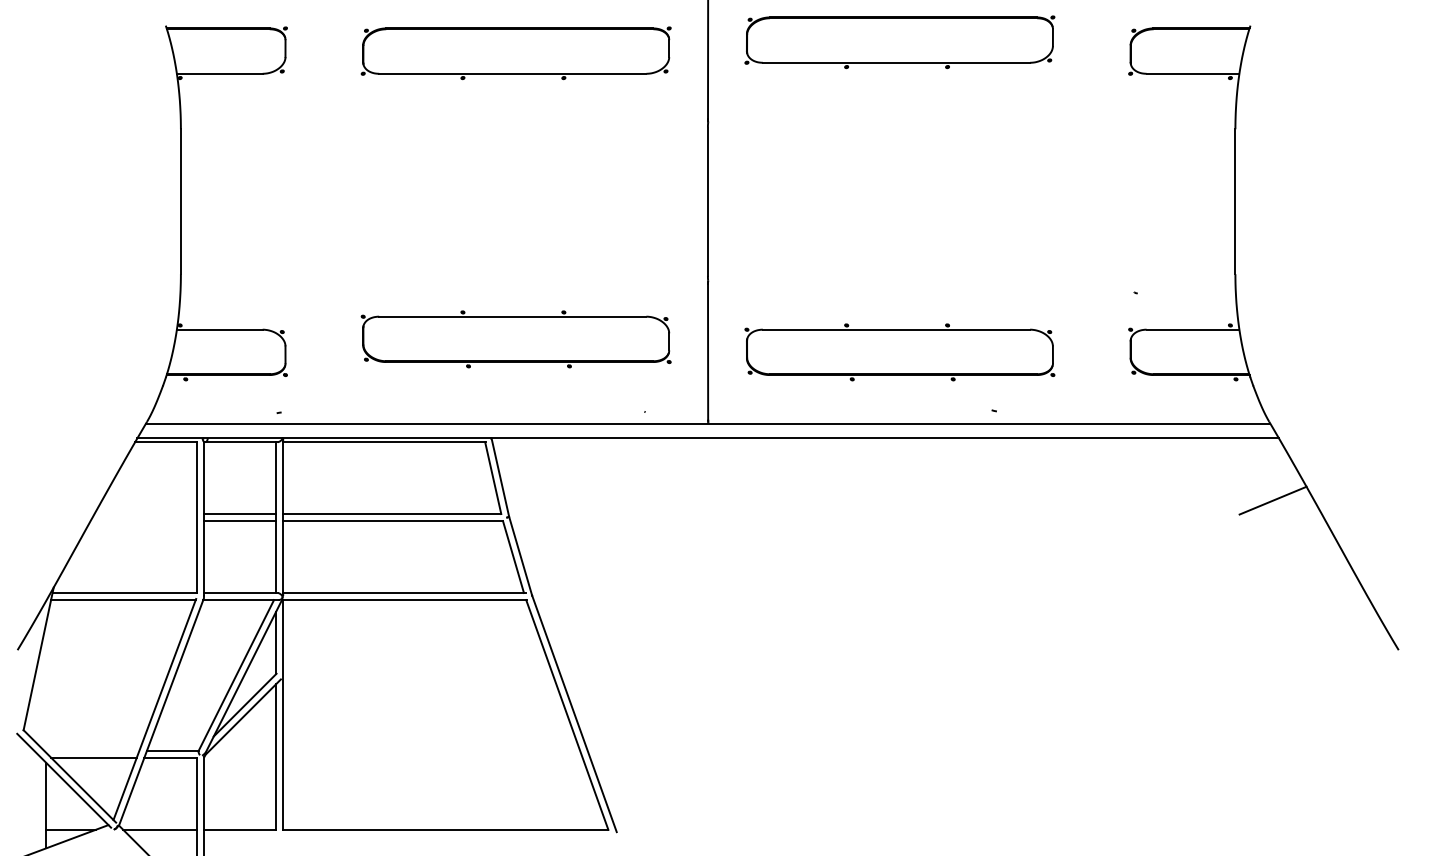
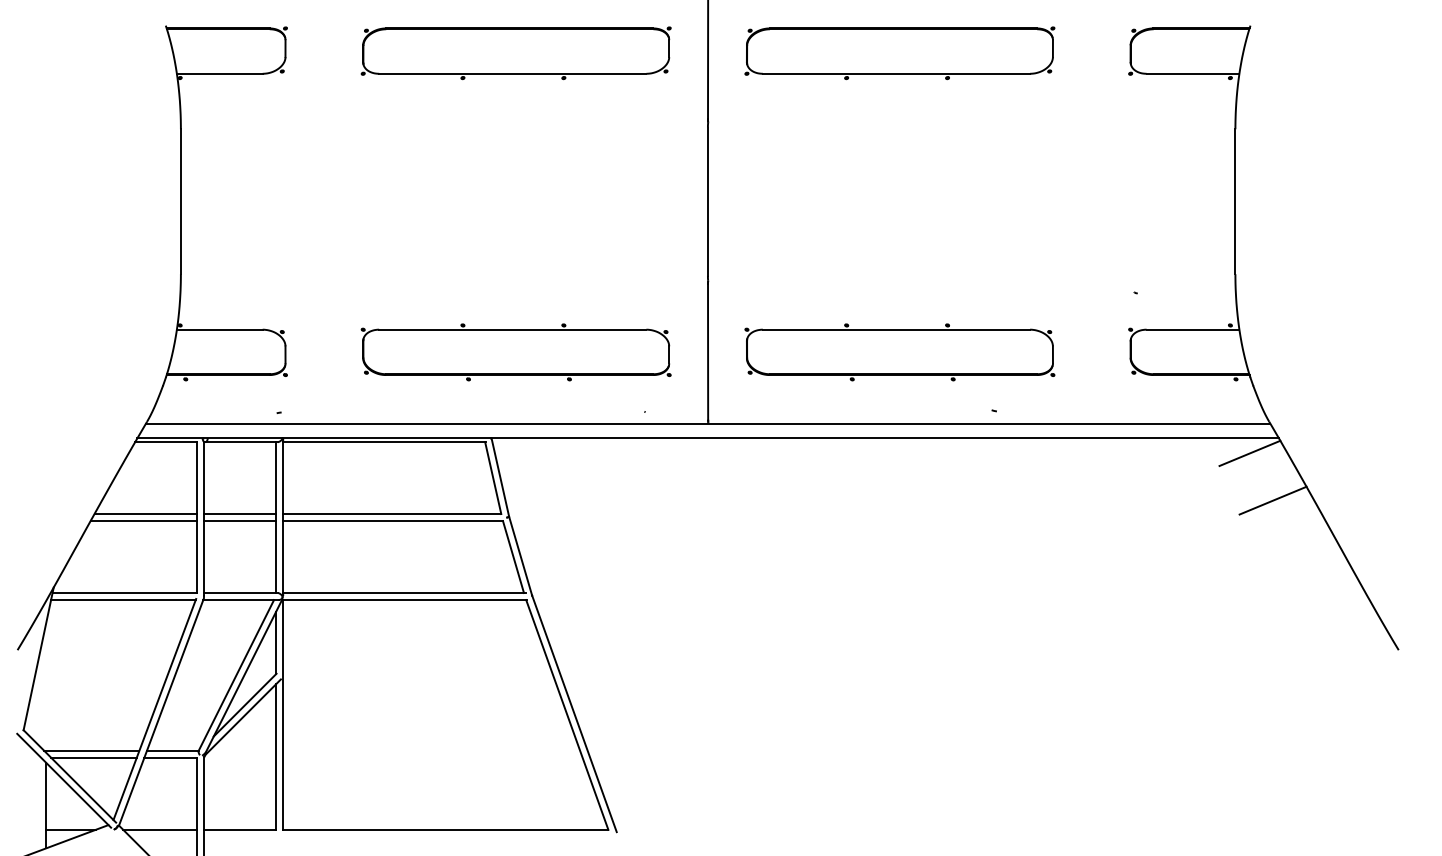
part at (899, 42) position: (899, 42) -> (899, 53)
part at (515, 339) position: (515, 339) -> (515, 352)
line at (1249, 453): none -> present
line at (145, 514): none -> present
line at (143, 521): none -> present
line at (91, 750): none -> present
